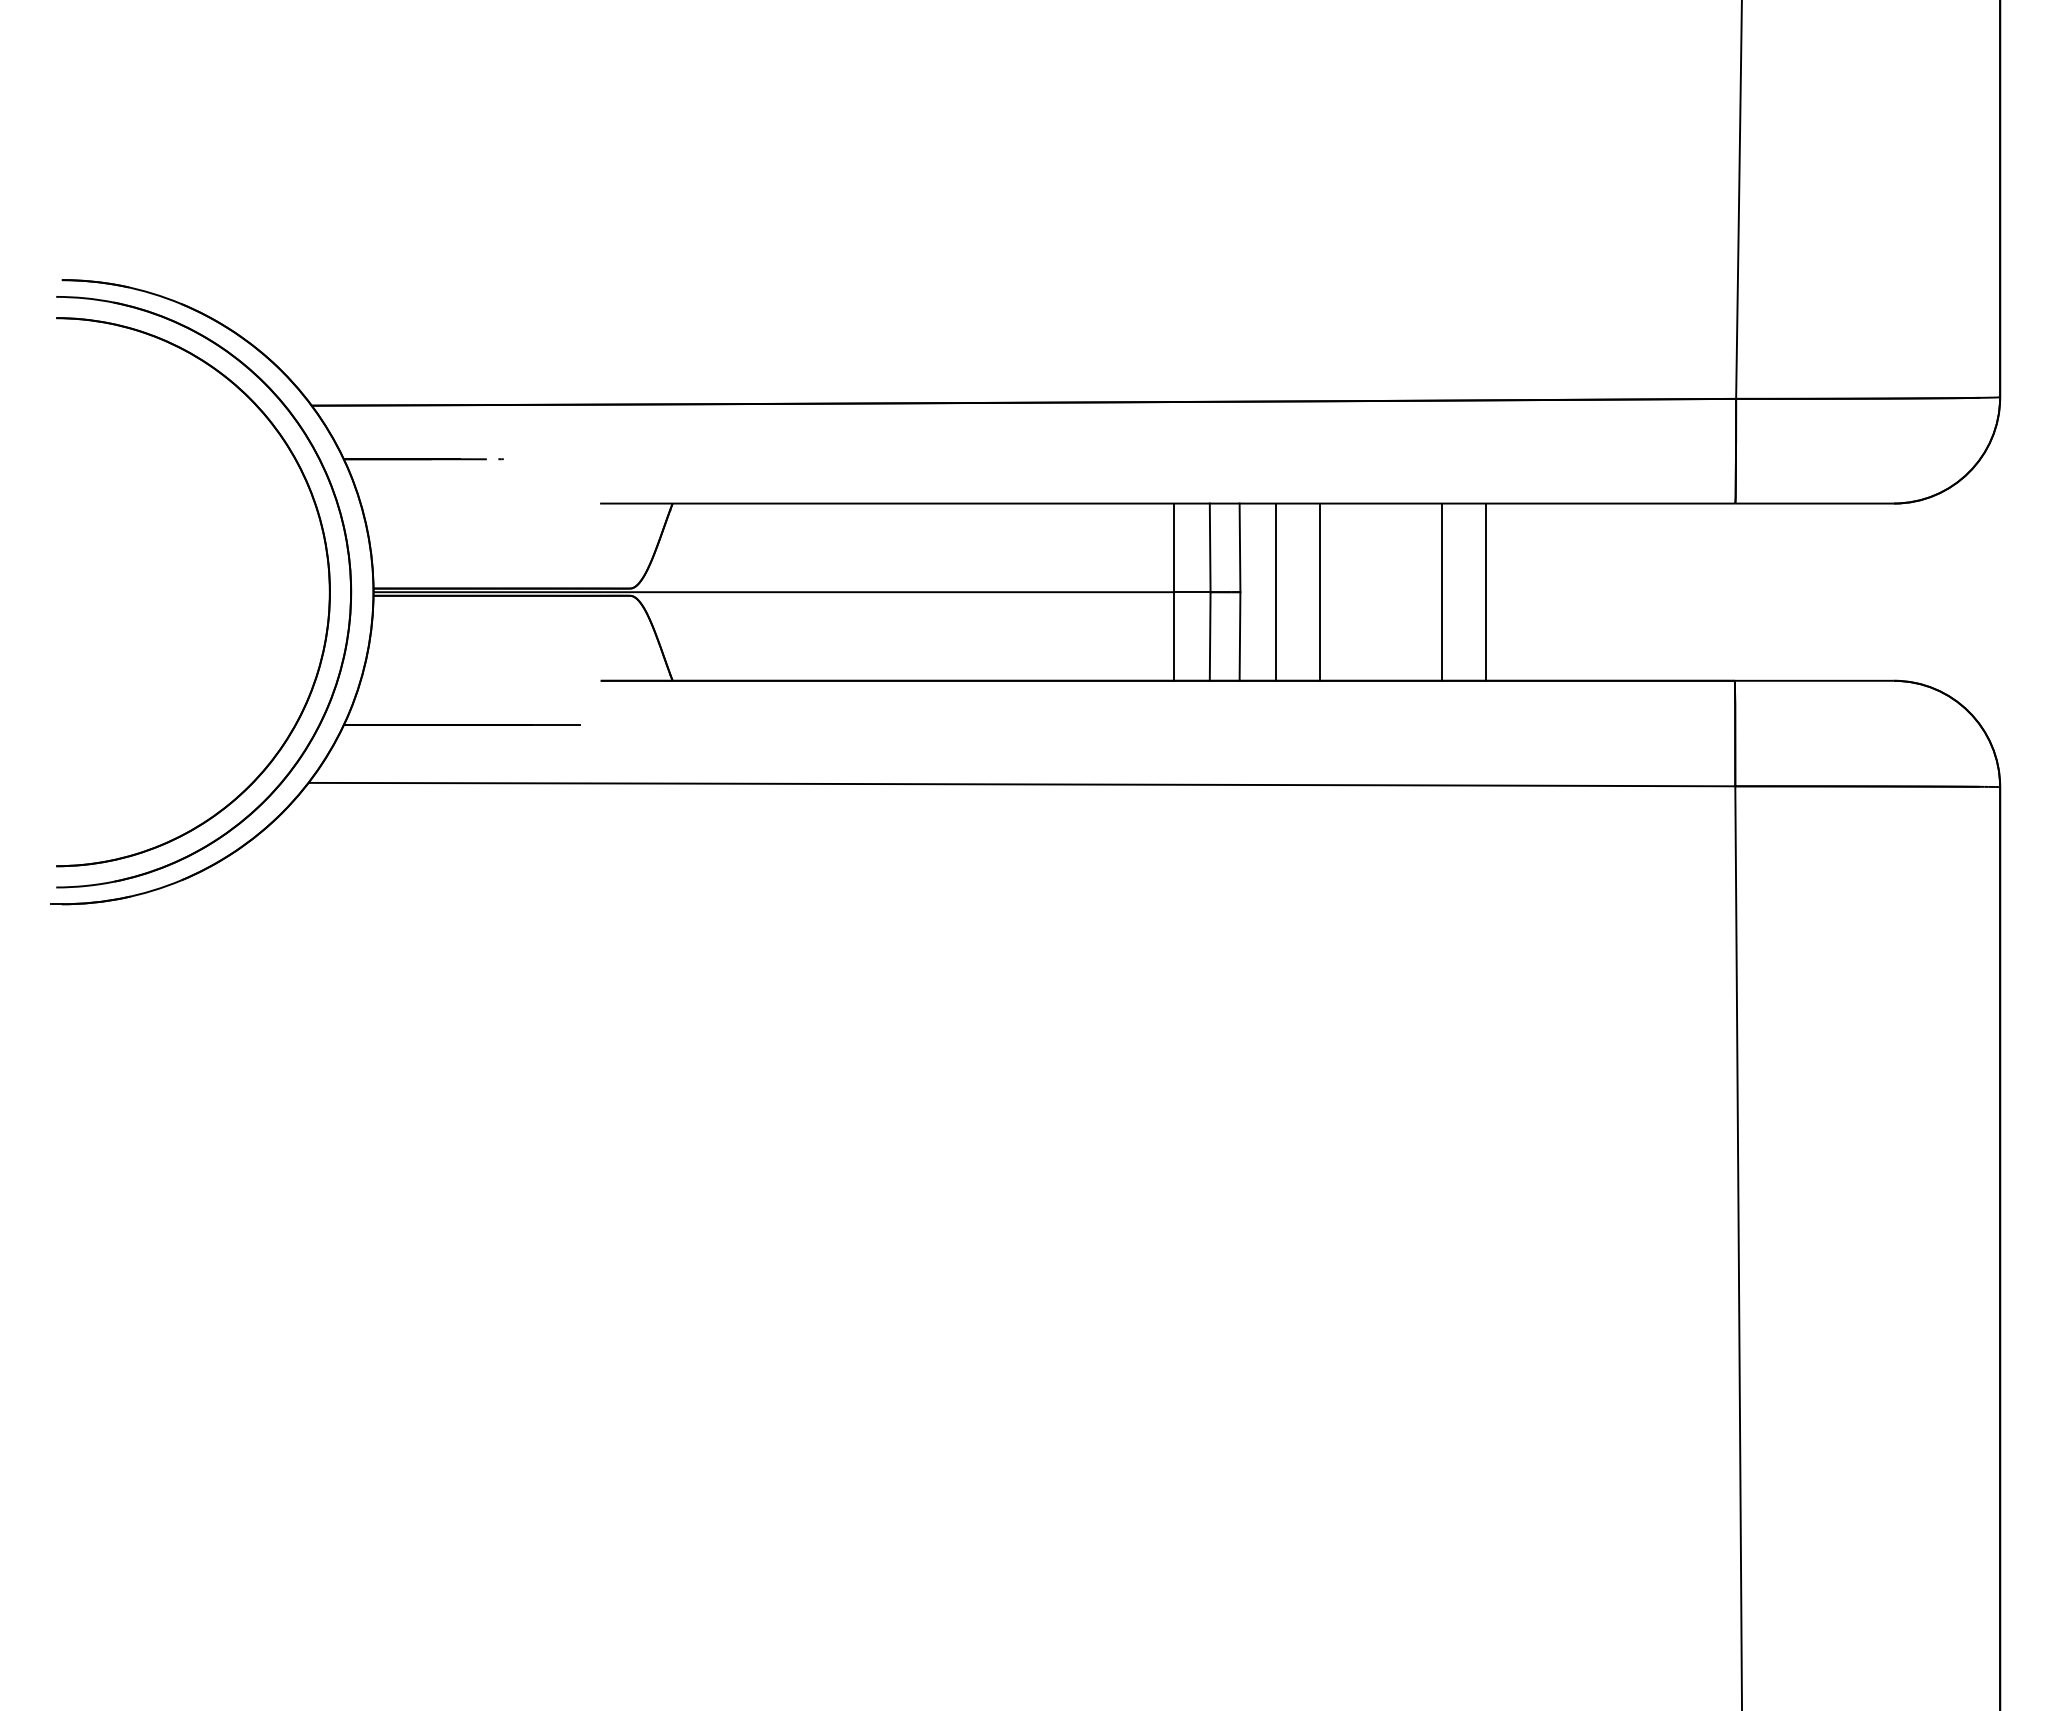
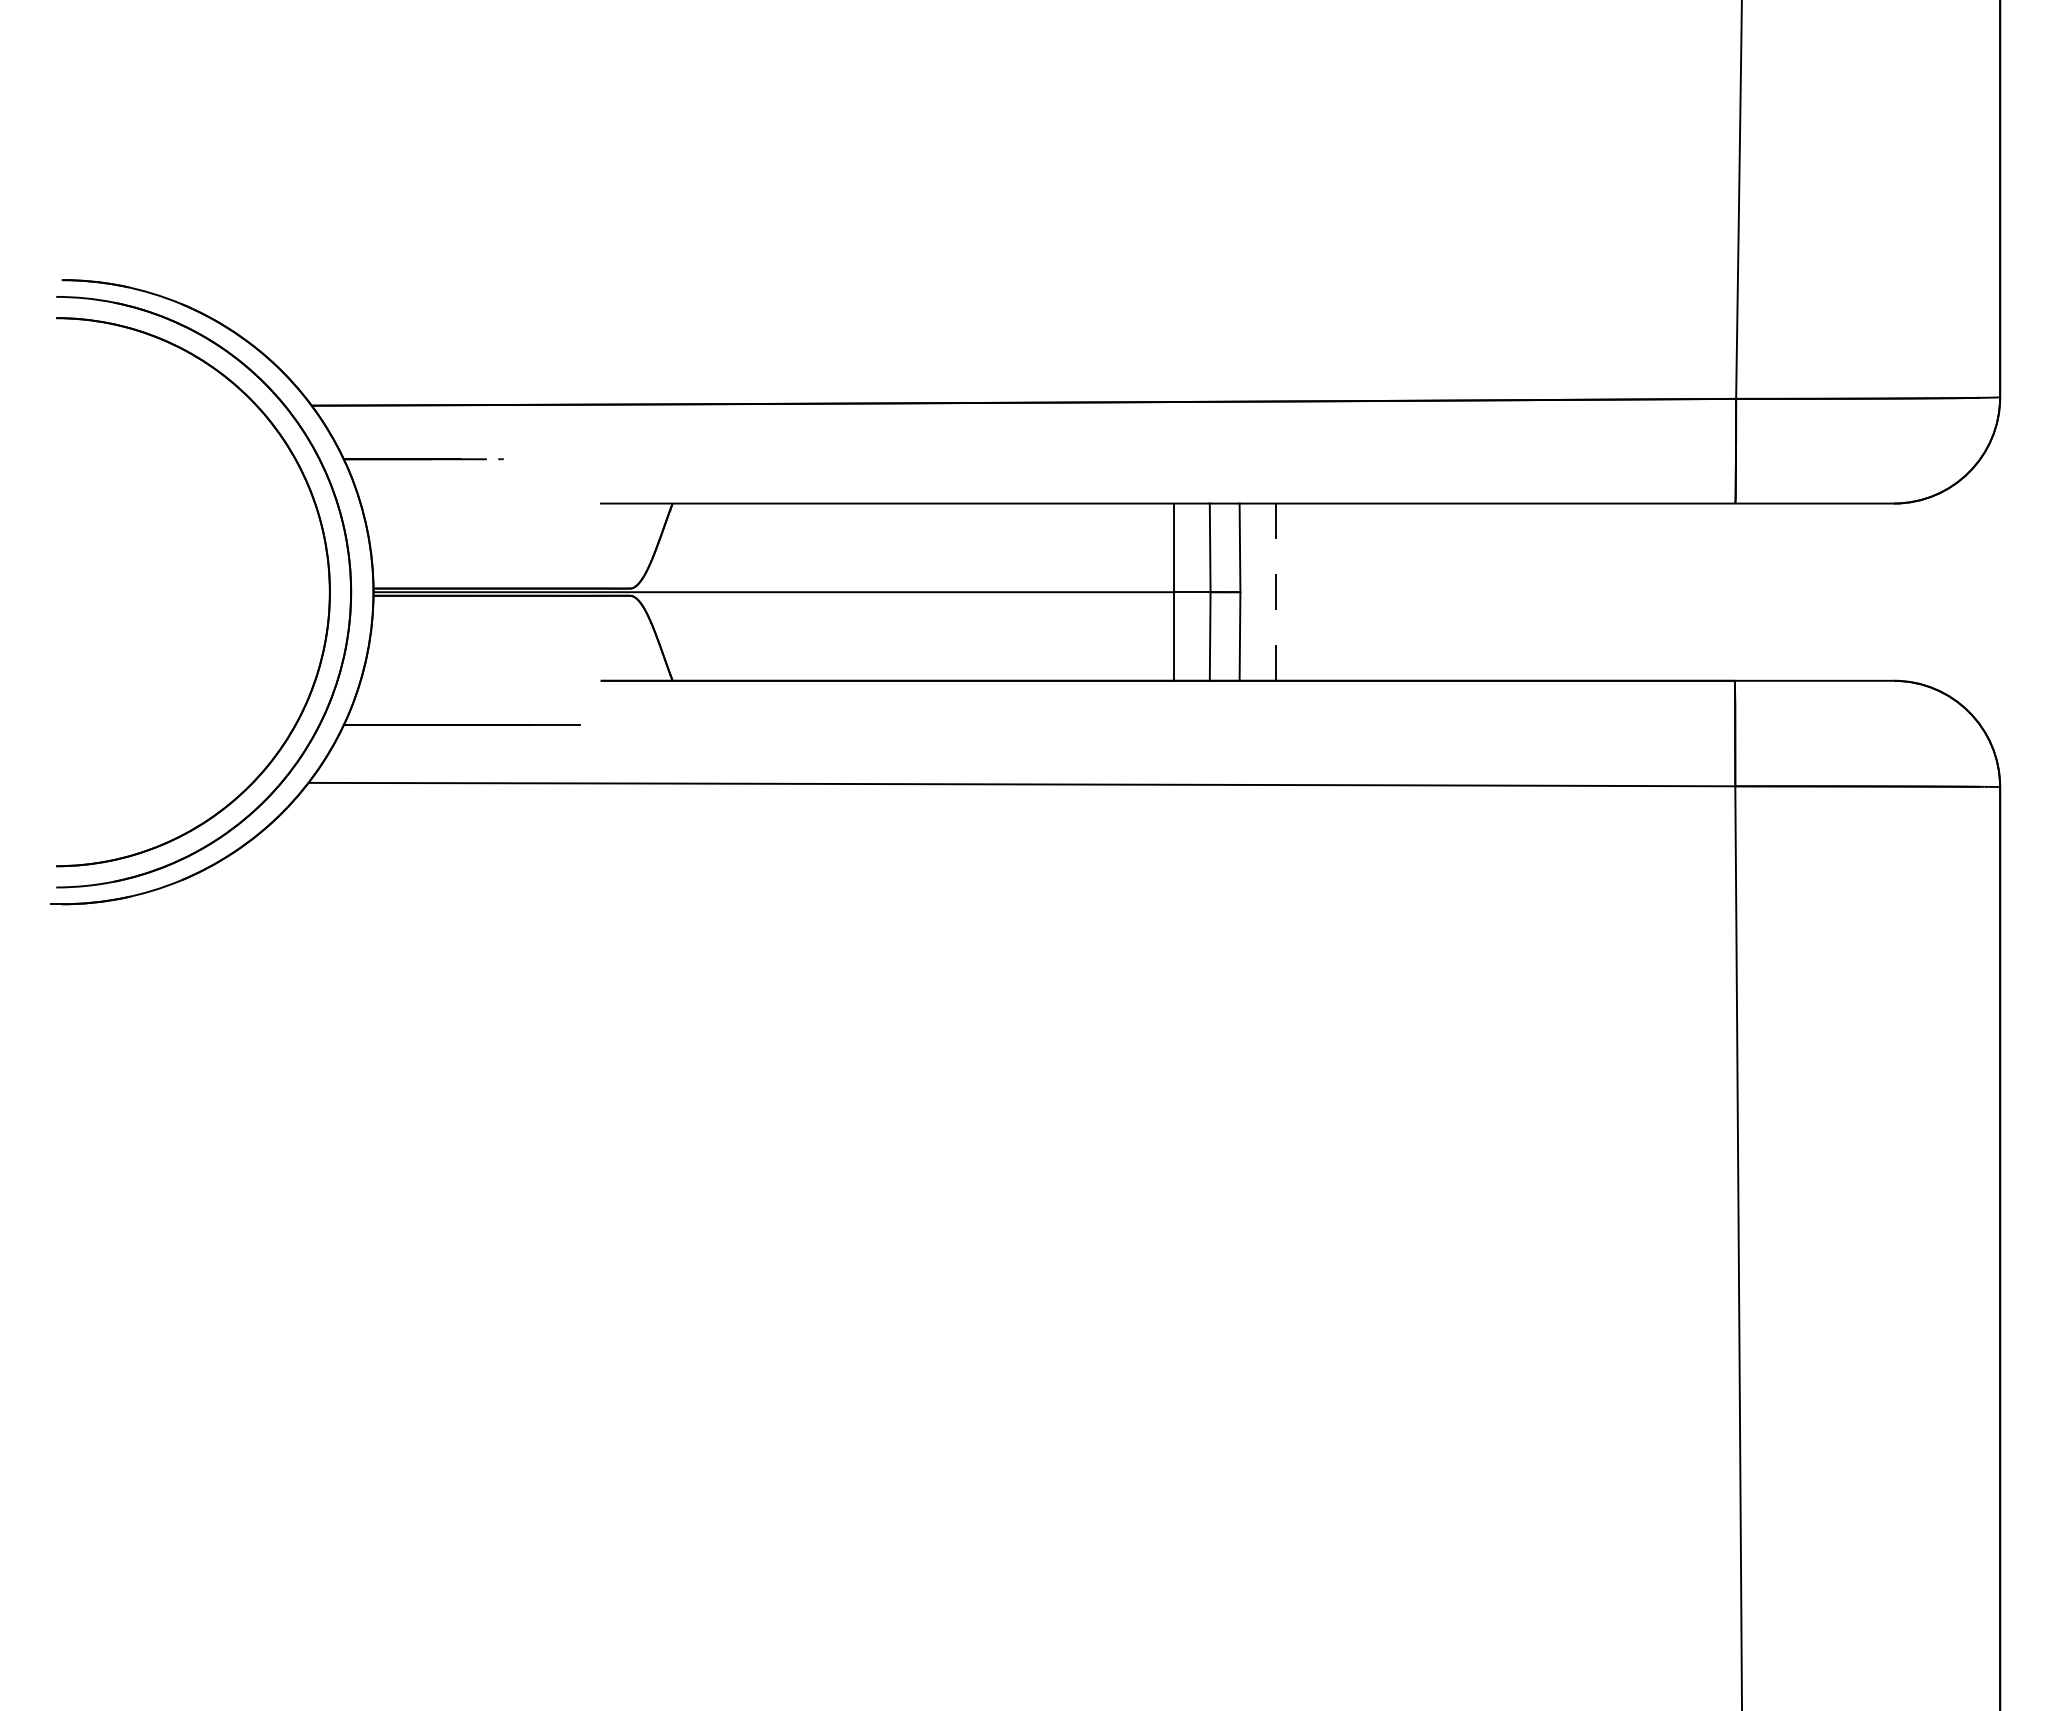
line at (1320, 591): present -> none
line at (1441, 591): present -> none
line at (1486, 591): present -> none
line at (1275, 592): solid -> dashed
